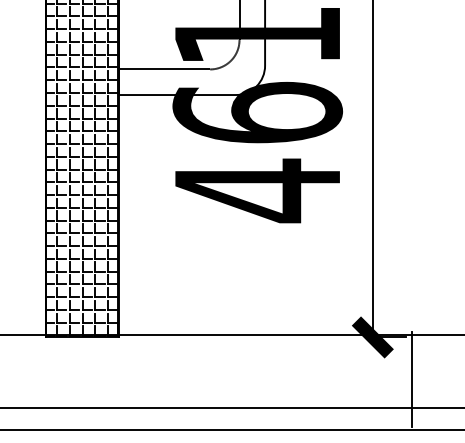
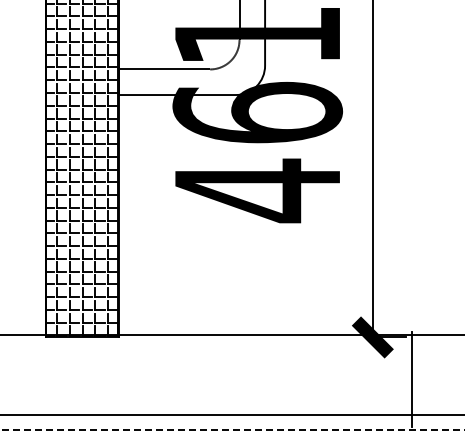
line at (231, 408) position: (231, 408) -> (231, 415)
line at (232, 430): solid -> dashed
